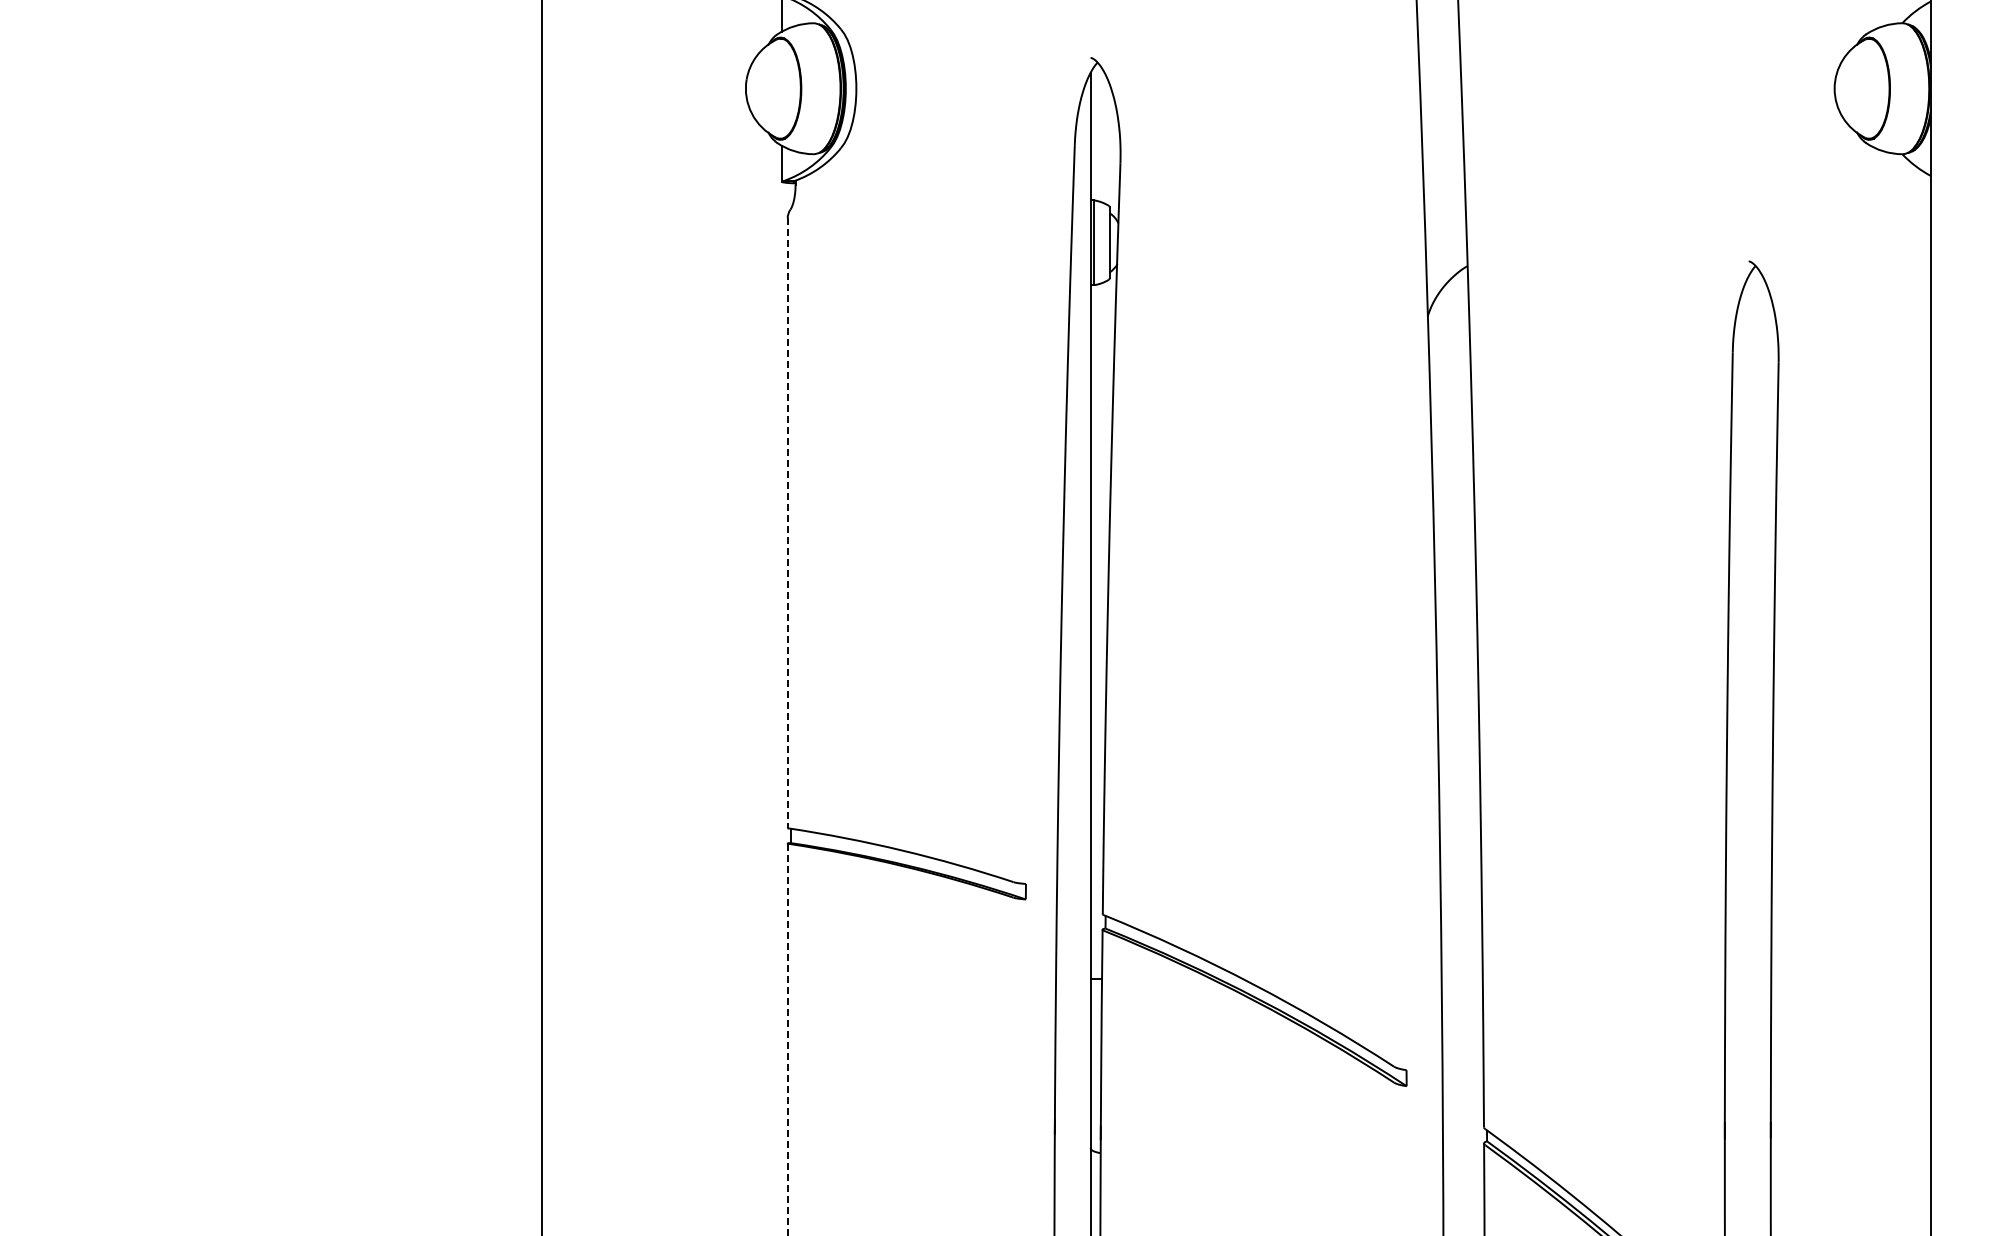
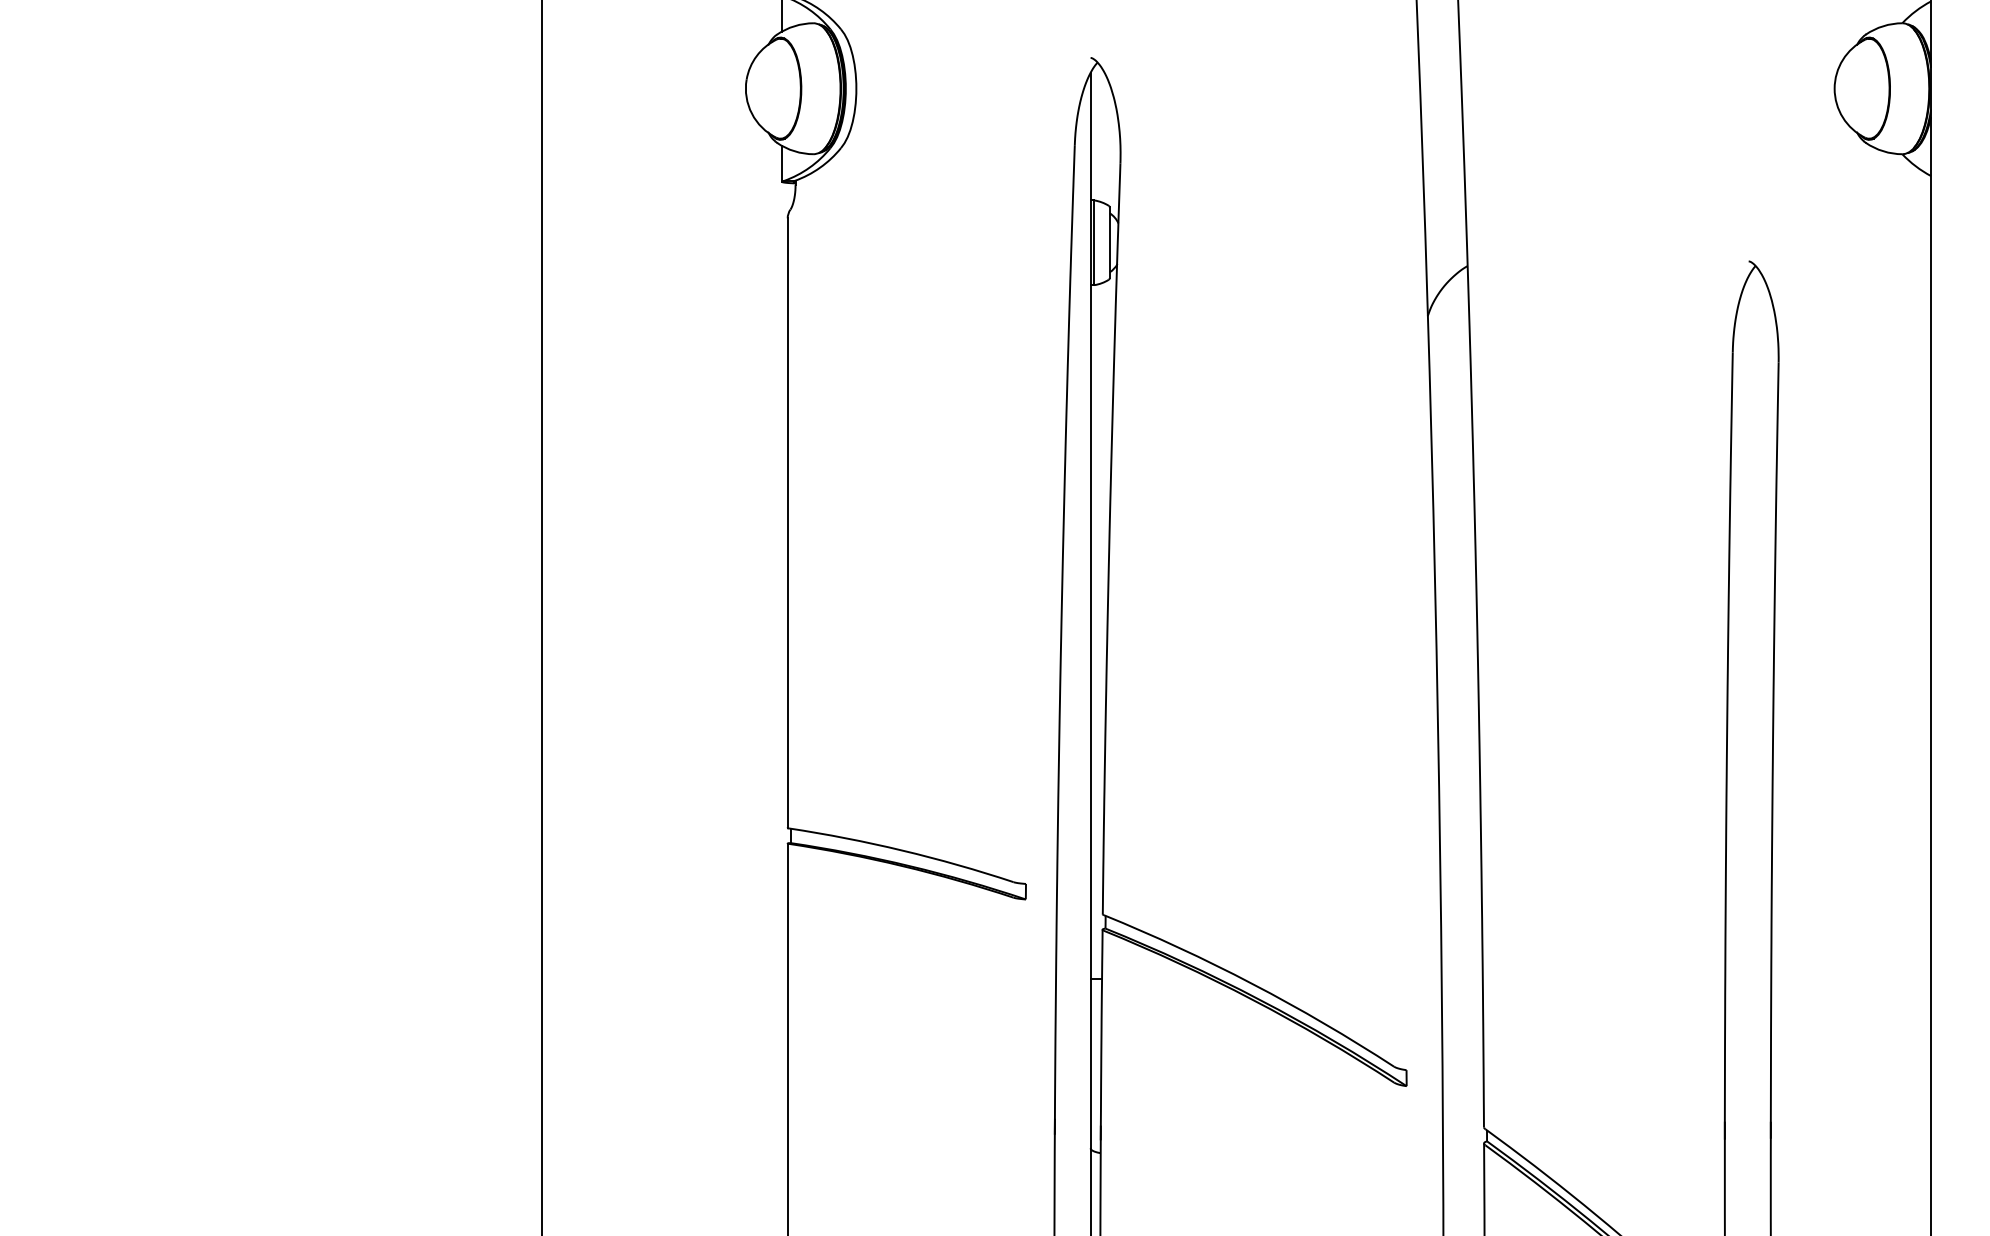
line at (787, 523): dashed -> solid
line at (787, 1039): dashed -> solid
